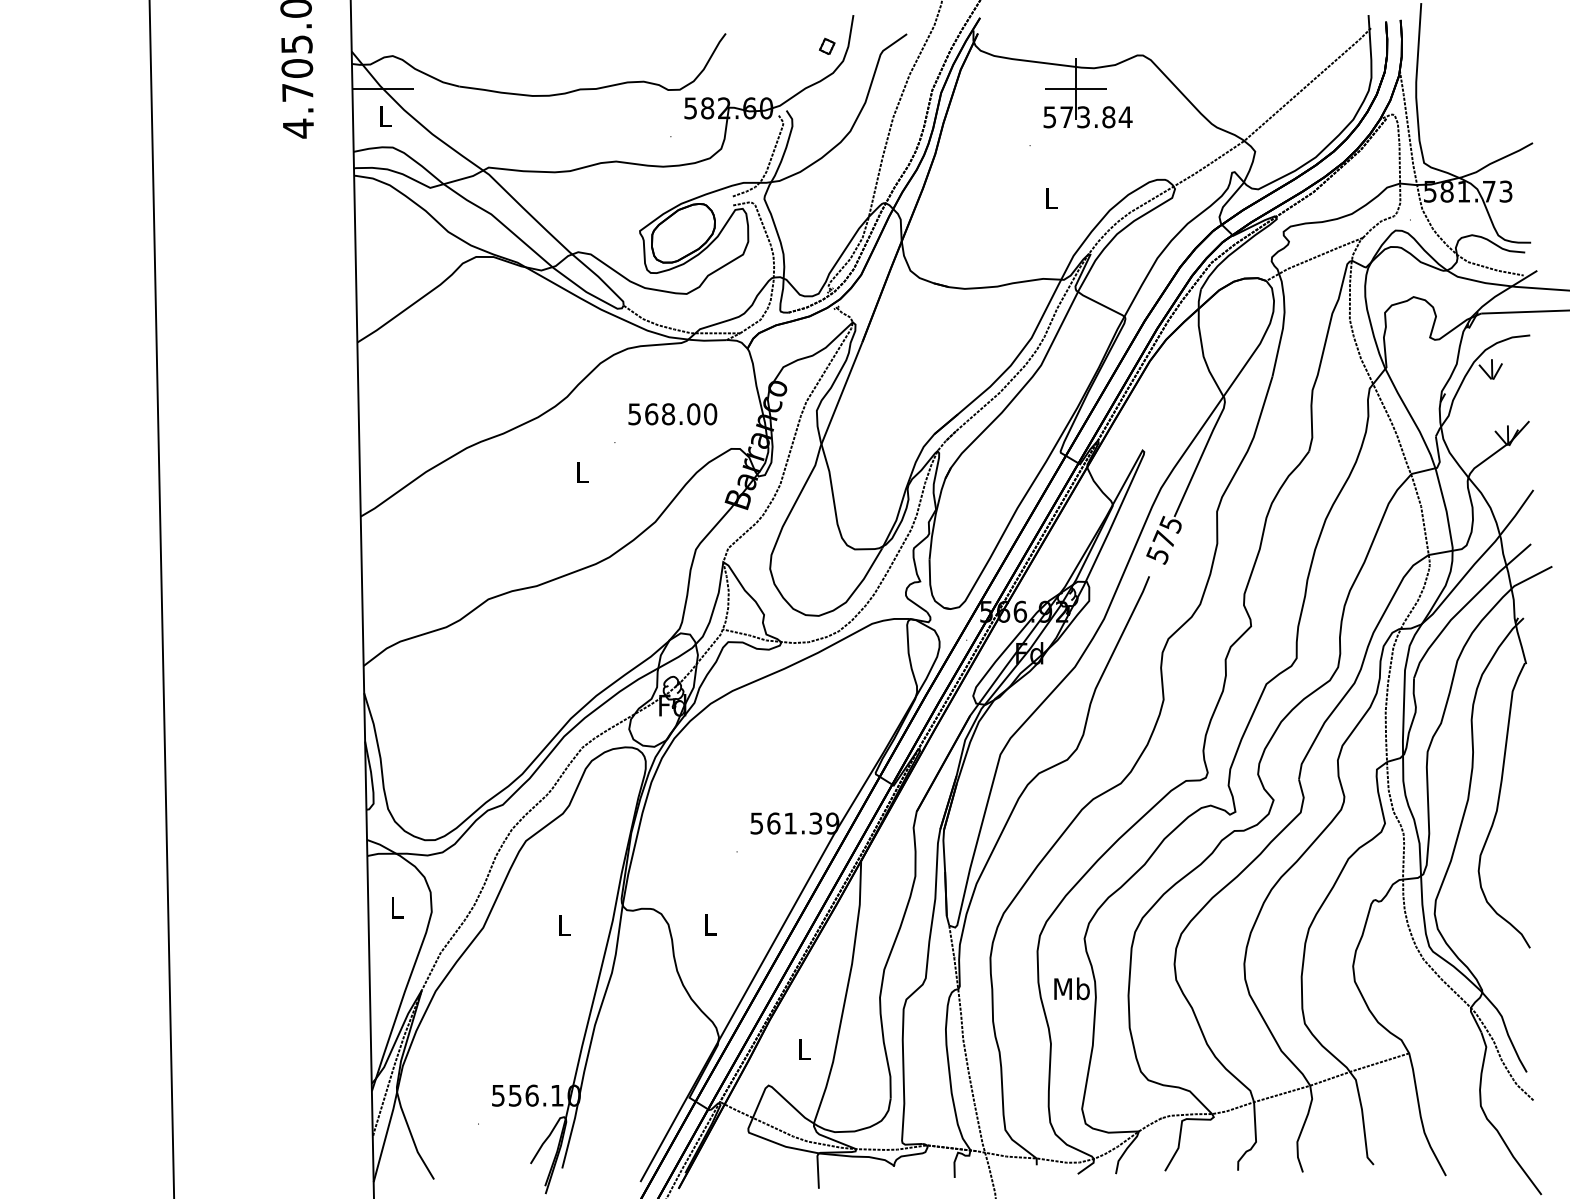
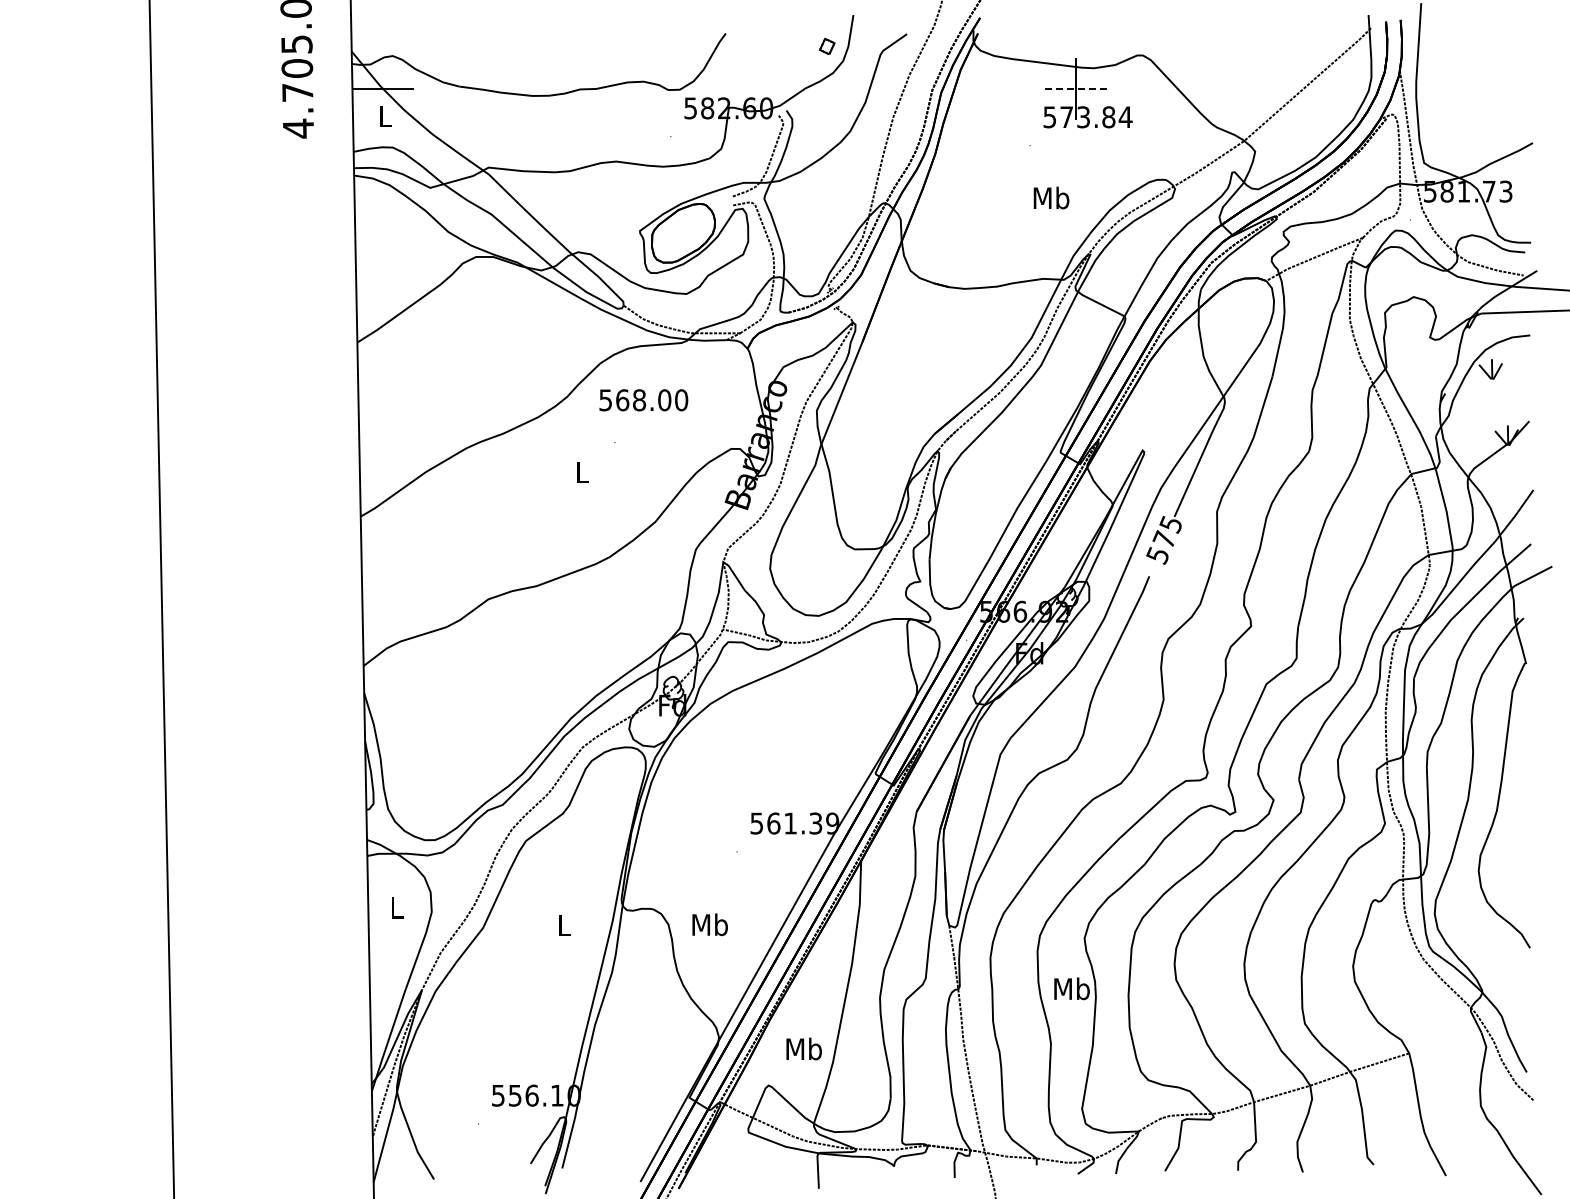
line at (1075, 89): solid -> dashed
text at (1051, 197): L -> Mb
text at (672, 414) position: (672, 414) -> (643, 400)
text at (709, 924): L -> Mb
text at (803, 1048): L -> Mb
